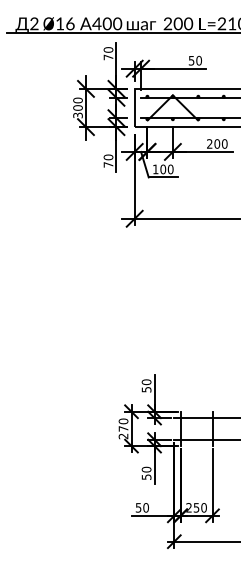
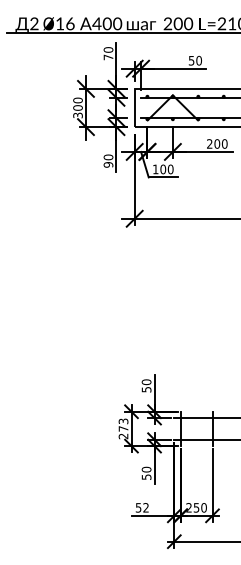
text at (108, 164): 70 -> 90
text at (123, 421): 270 -> 273
text at (145, 507): 50 -> 52
